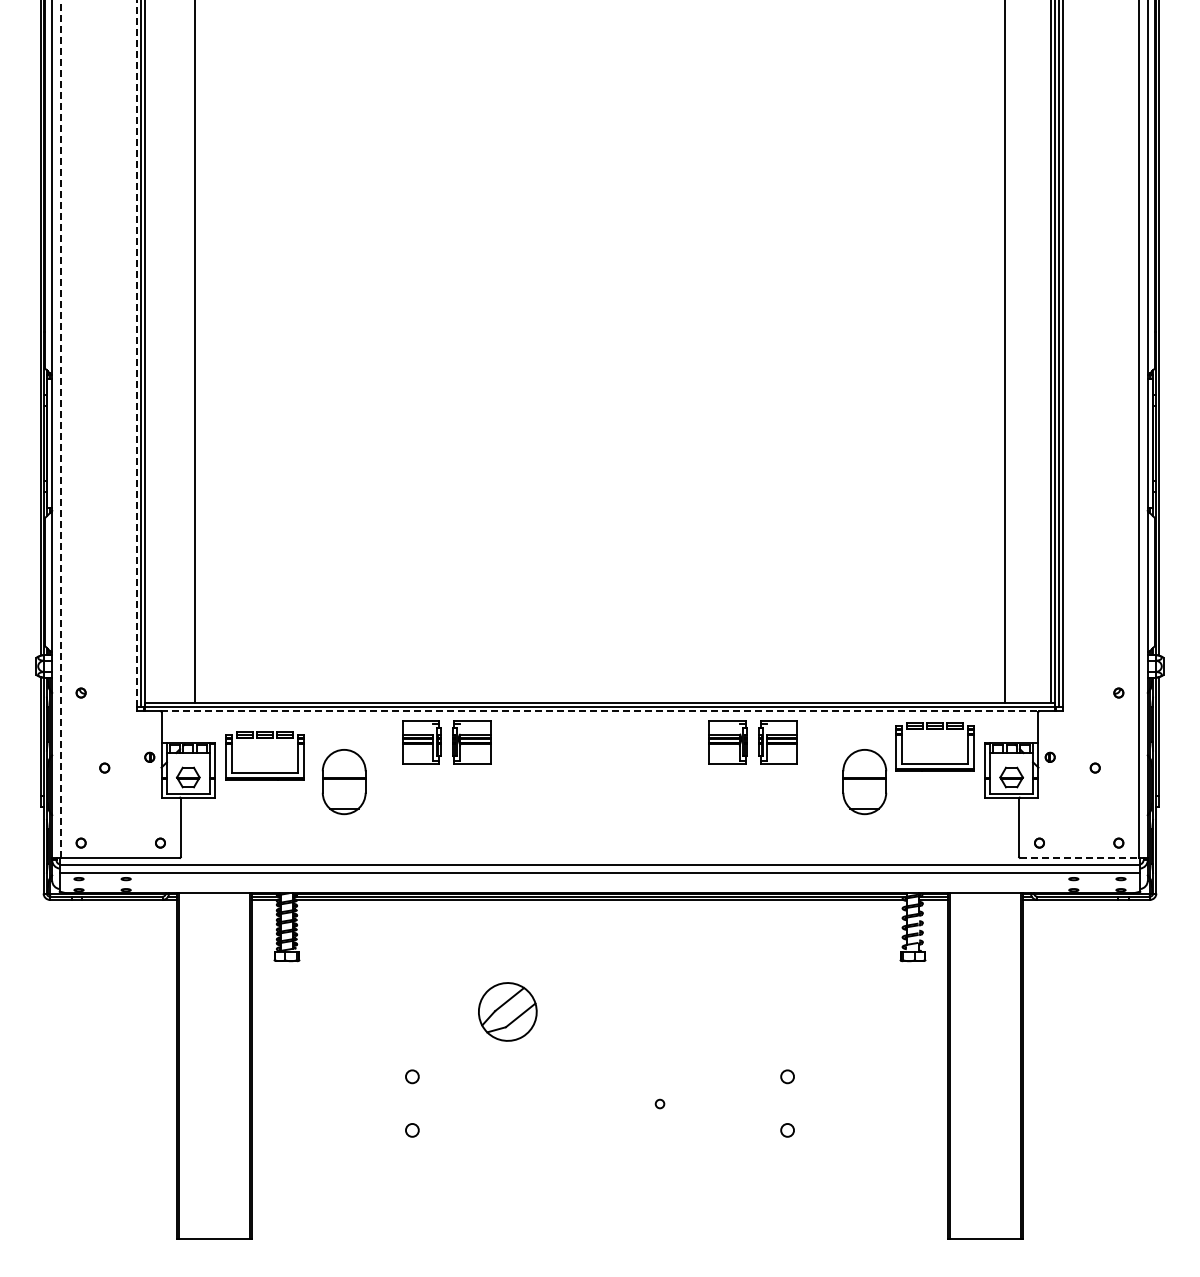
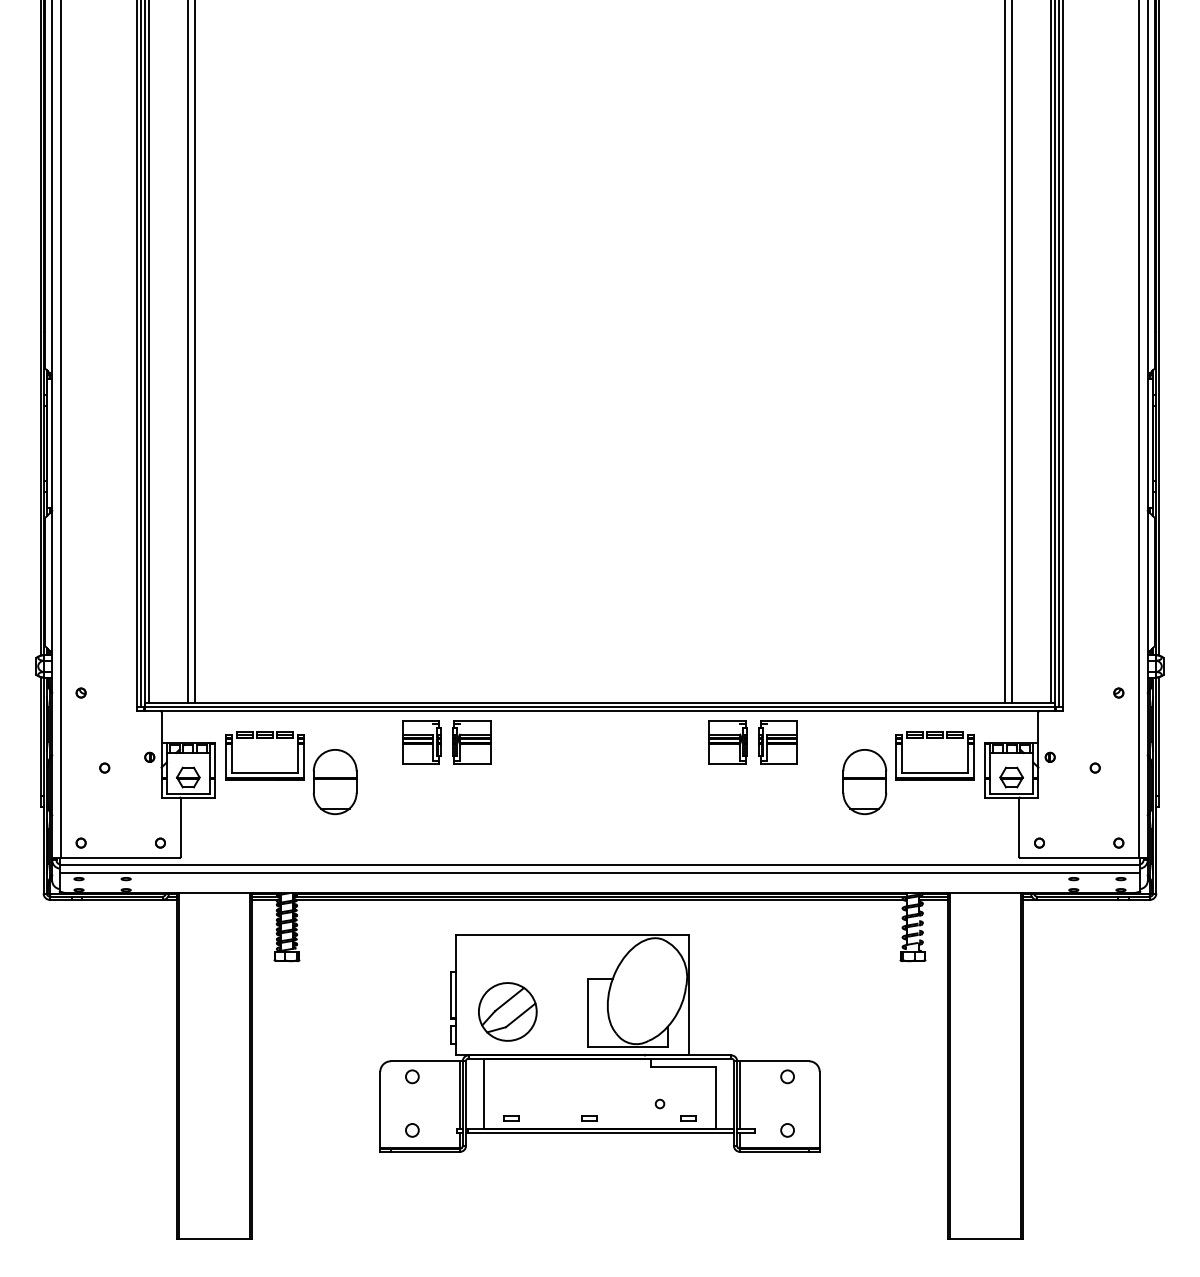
line at (148, 352): none -> present
line at (188, 352): none -> present
line at (1011, 352): none -> present
line at (136, 353): dashed -> solid
line at (60, 429): dashed -> solid
line at (600, 711): dashed -> solid
part at (934, 729) position: (934, 729) -> (934, 738)
part at (343, 782) position: (343, 782) -> (334, 782)
line at (1079, 857): dashed -> solid
part at (599, 1043): none -> present
